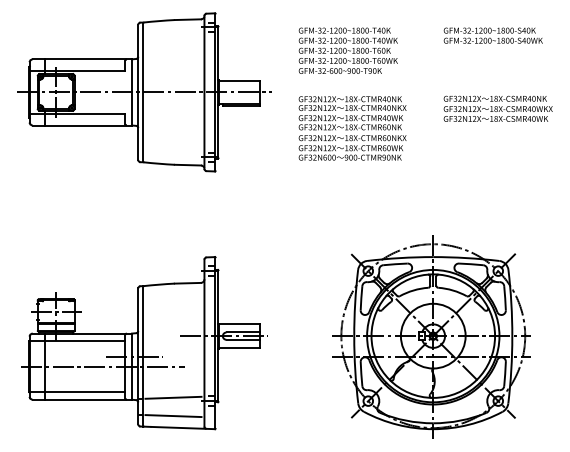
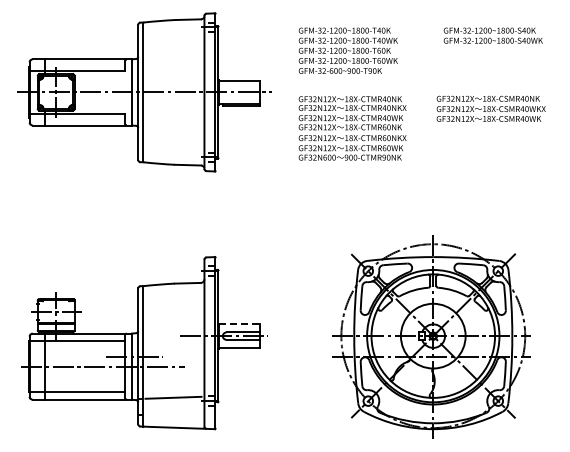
text at (497, 108) position: (497, 108) -> (490, 108)
line at (239, 324): solid -> dashed
line at (173, 416): present -> none
